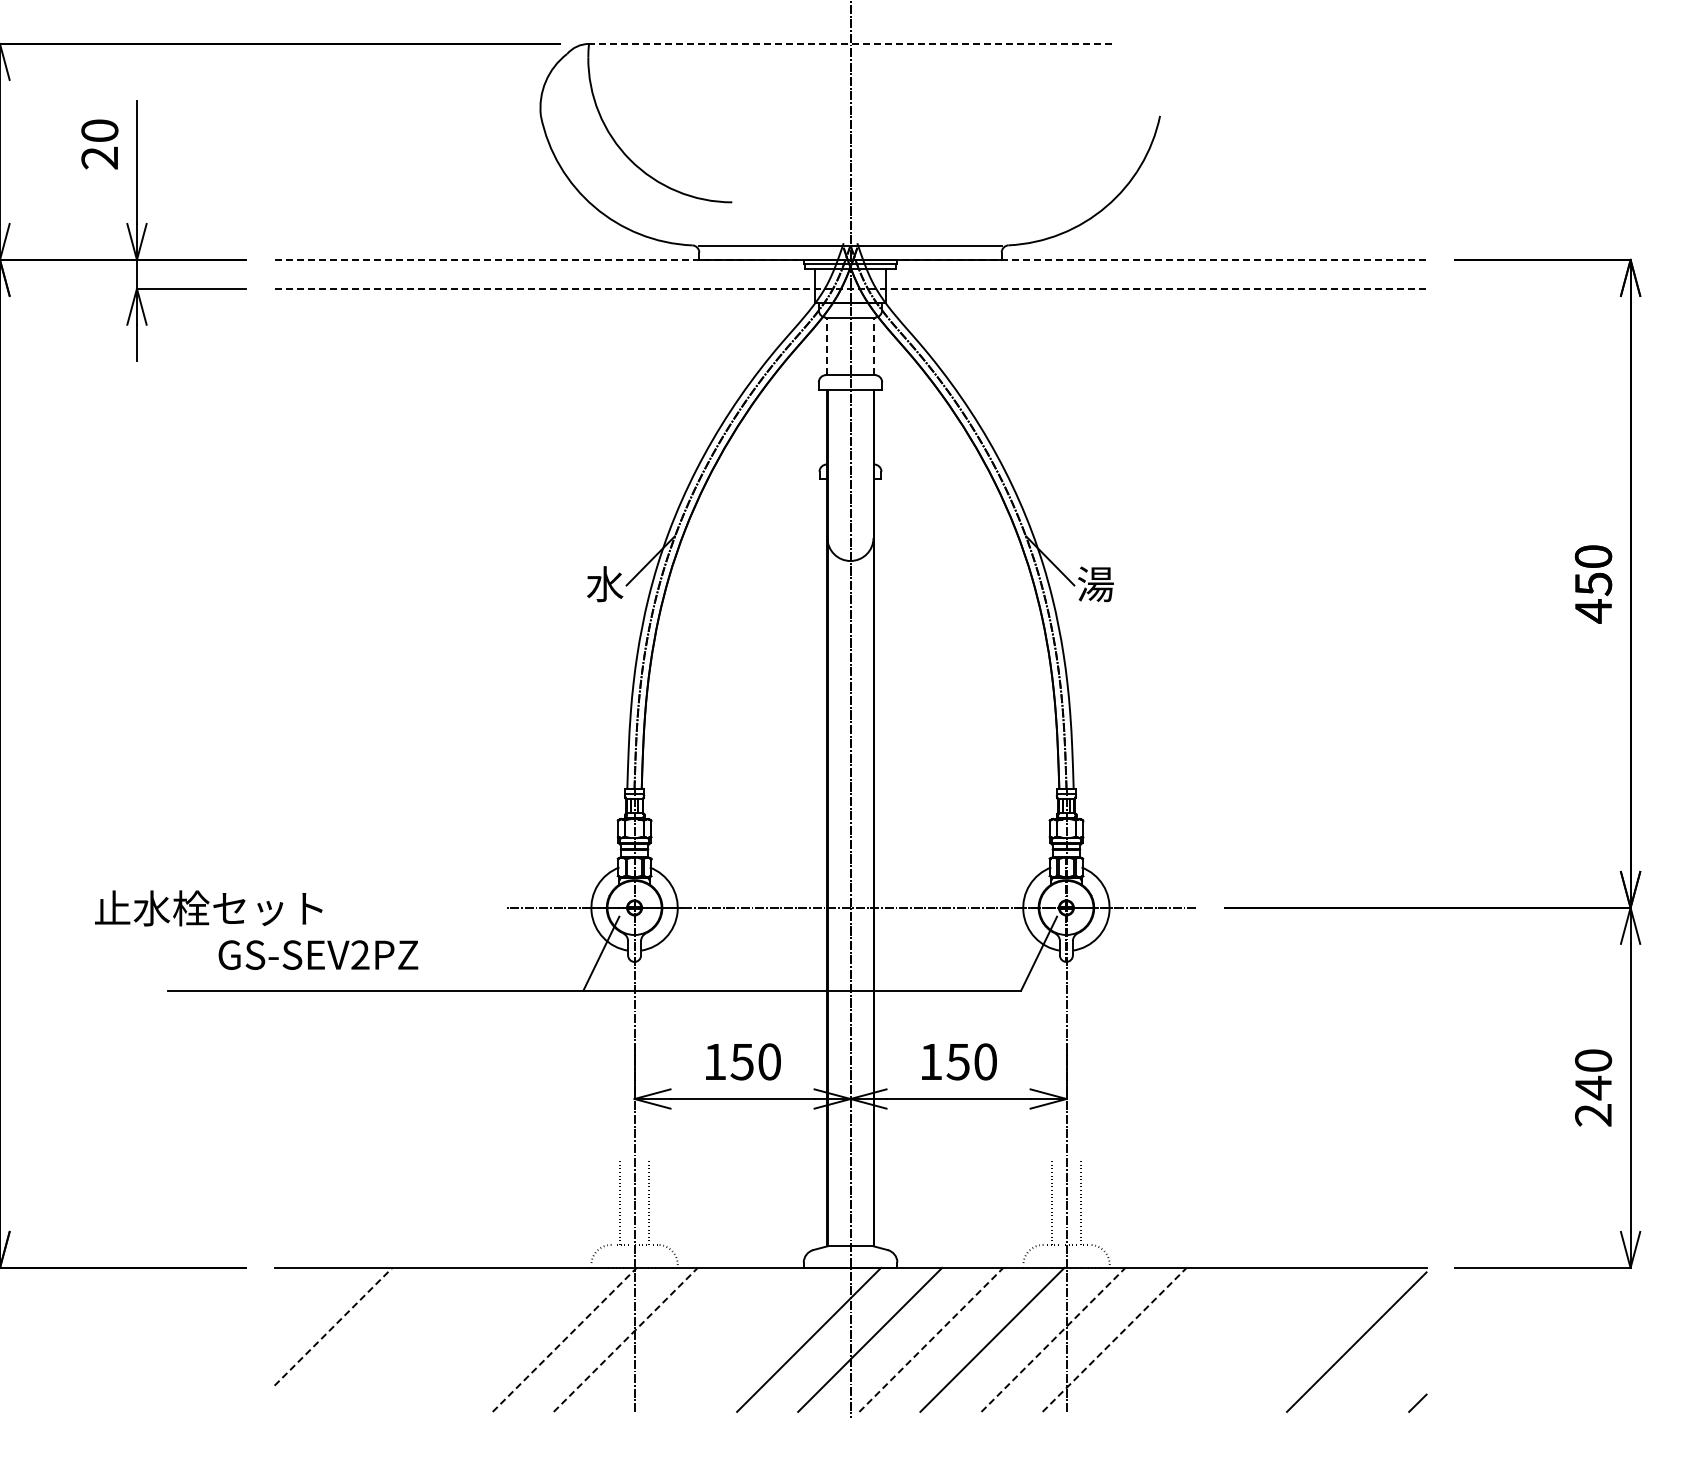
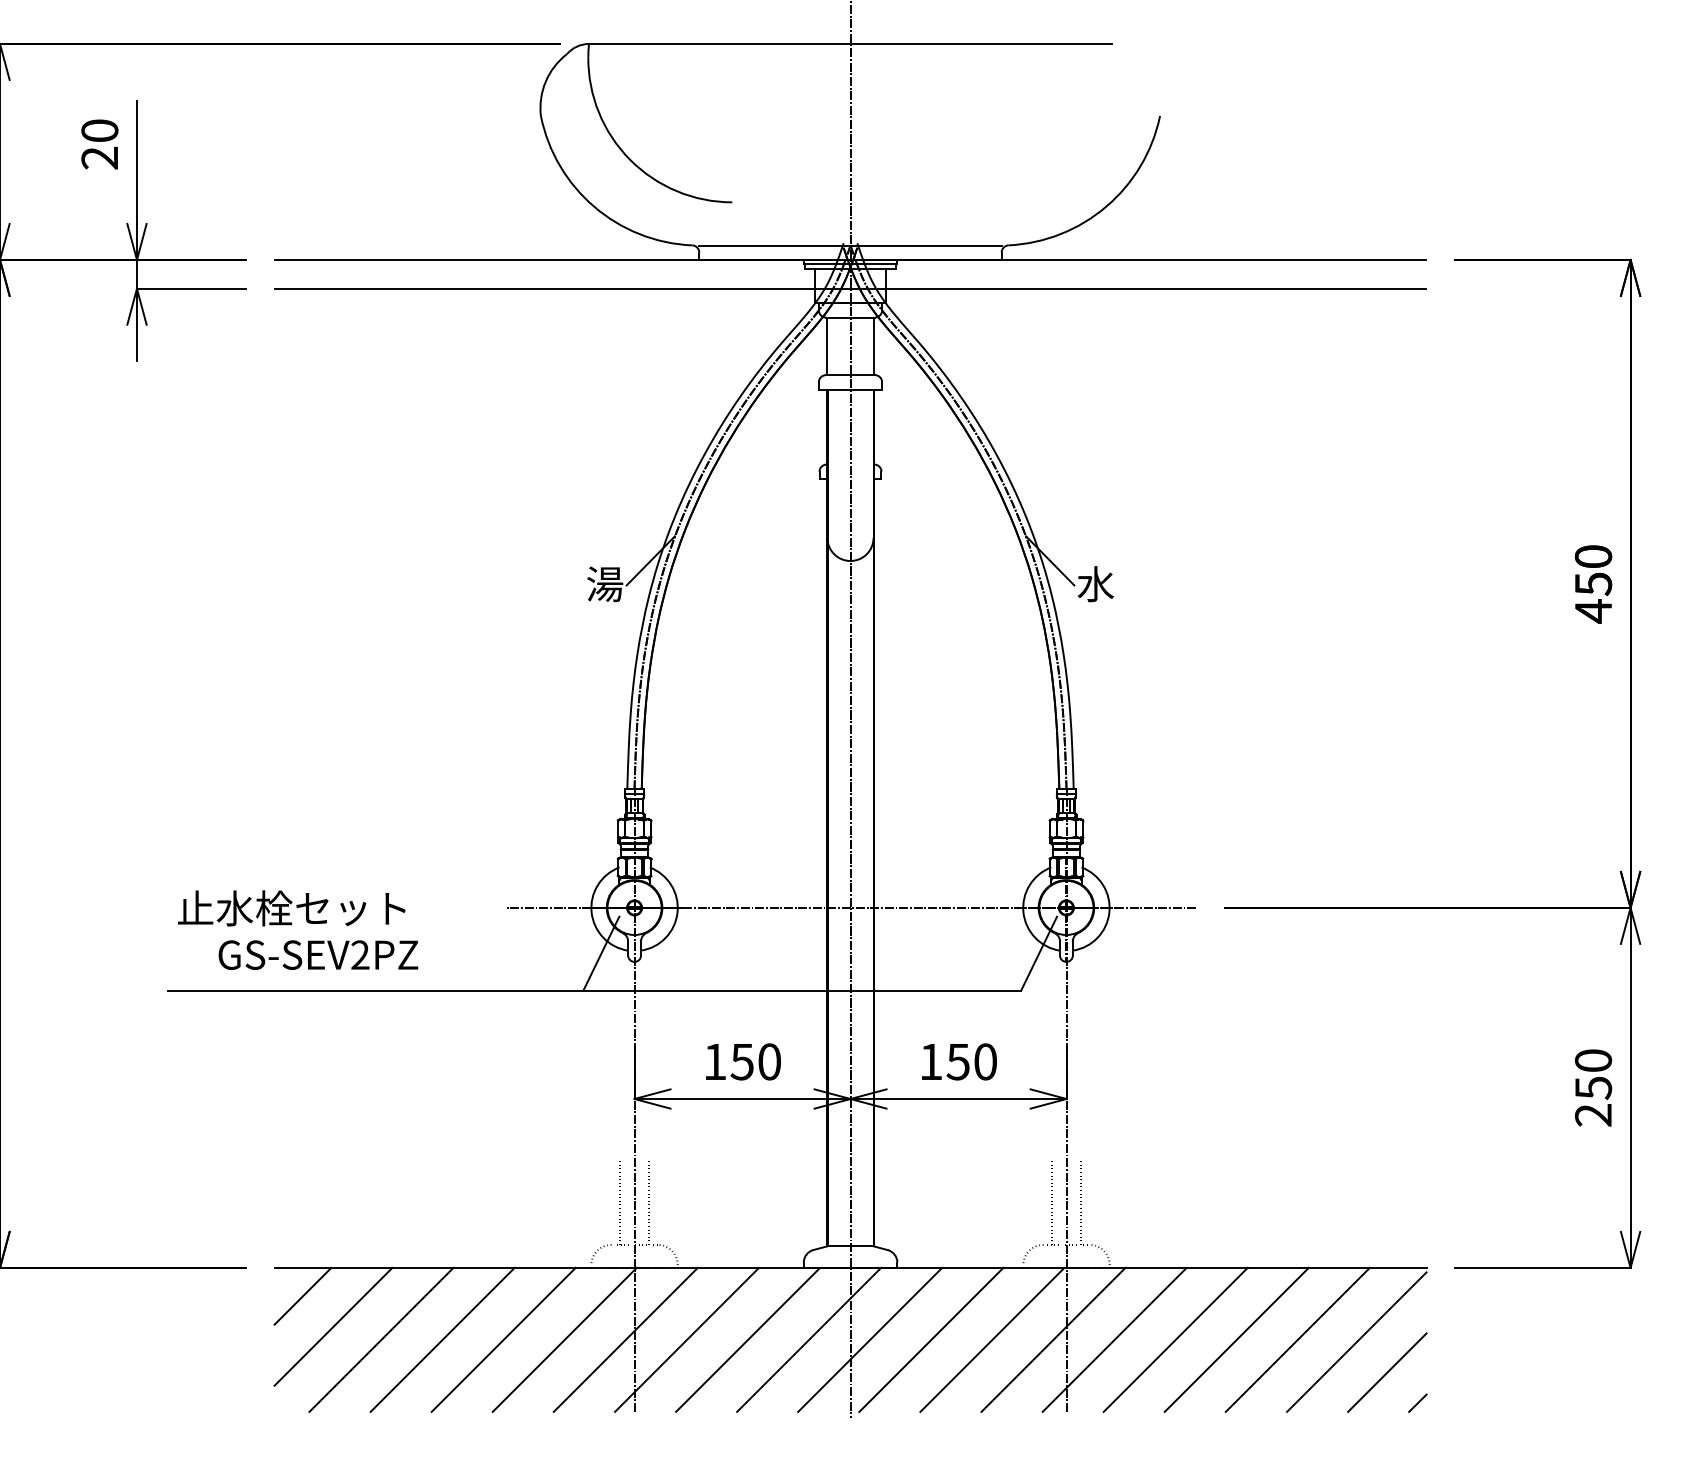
line at (850, 43): dashed -> solid
line at (850, 259): dashed -> solid
line at (850, 288): dashed -> solid
line at (827, 346): dashed -> solid
line at (873, 346): dashed -> solid
text at (605, 584): 水 -> 湯
text at (1095, 584): 湯 -> 水
text at (208, 908) position: (208, 908) -> (291, 908)
text at (1593, 1087): 240 -> 250
line at (302, 1295): none -> present
line at (333, 1326): dashed -> solid
line at (381, 1339): none -> present
line at (442, 1339): none -> present
line at (503, 1339): none -> present
line at (564, 1339): dashed -> solid
line at (625, 1339): dashed -> solid
line at (687, 1339): none -> present
line at (748, 1339): none -> present
line at (931, 1339): dashed -> solid
line at (1053, 1339): dashed -> solid
line at (1114, 1339): dashed -> solid
line at (1175, 1339): none -> present
line at (1236, 1339): none -> present
line at (1297, 1339): none -> present
line at (1387, 1372): none -> present
